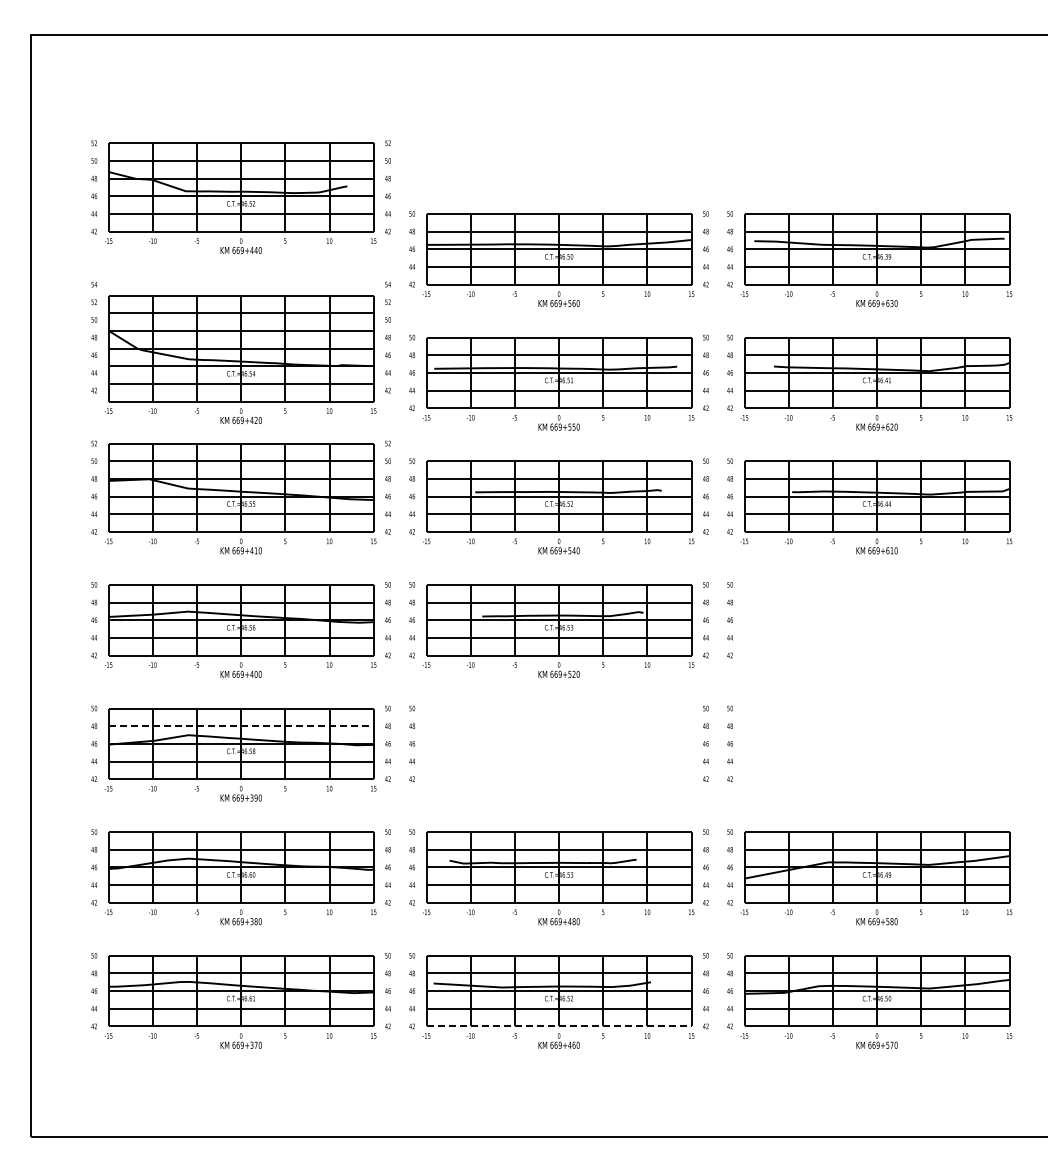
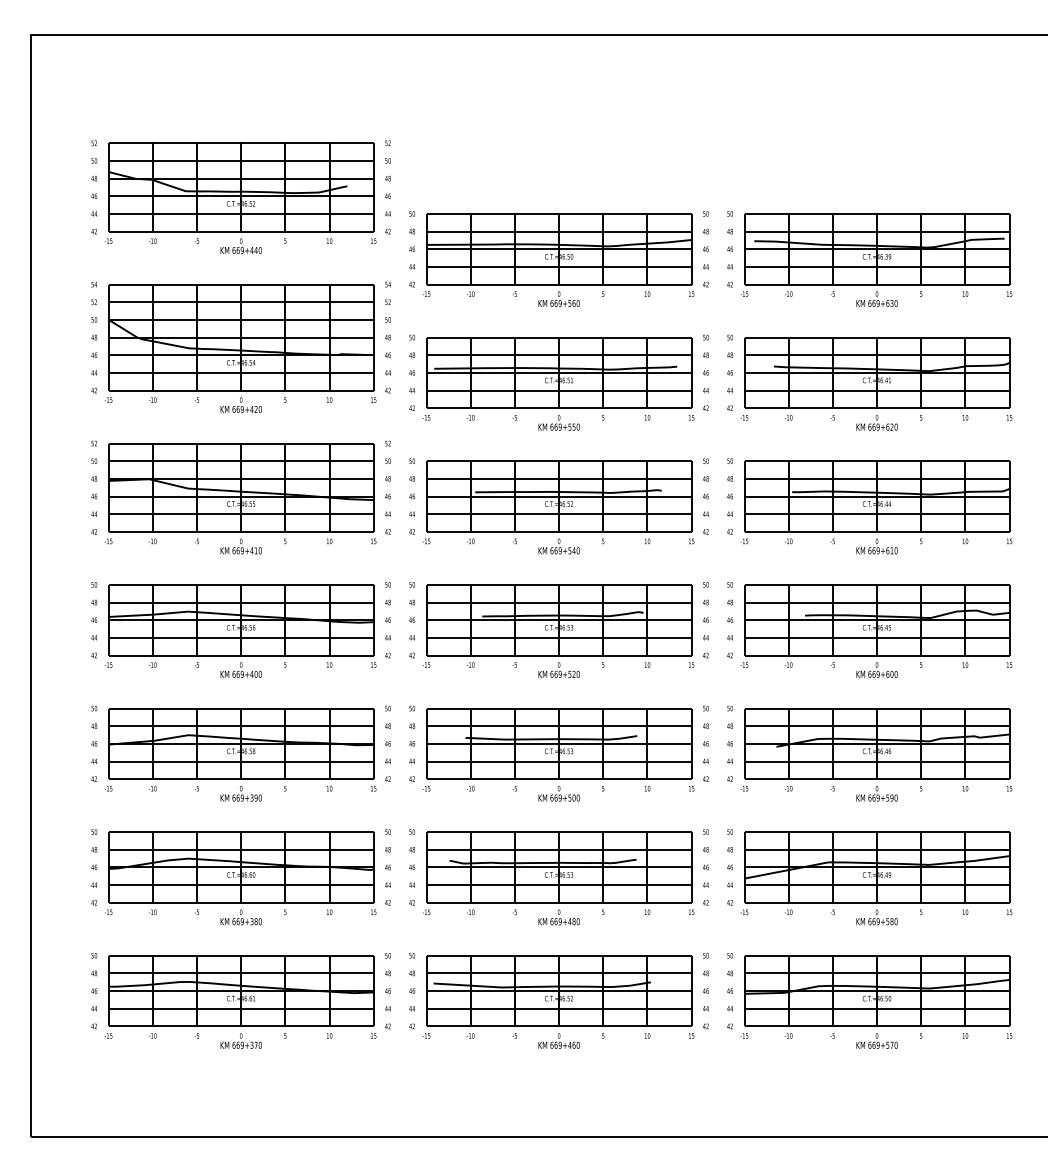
part at (240, 359) position: (240, 359) -> (240, 348)
part at (876, 630): none -> present
line at (241, 726): dashed -> solid
part at (558, 754): none -> present
part at (876, 754): none -> present
line at (559, 1026): dashed -> solid
